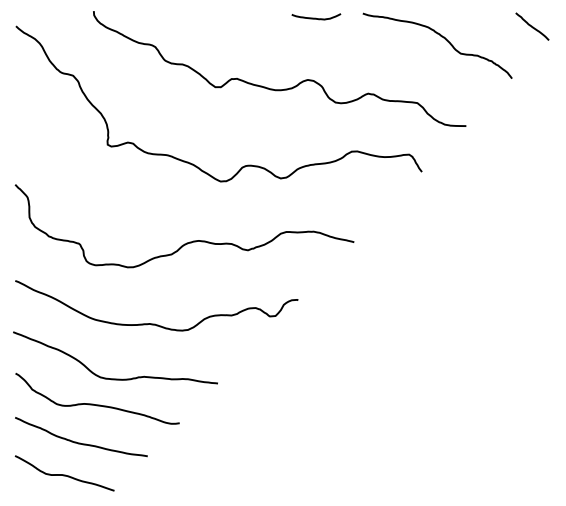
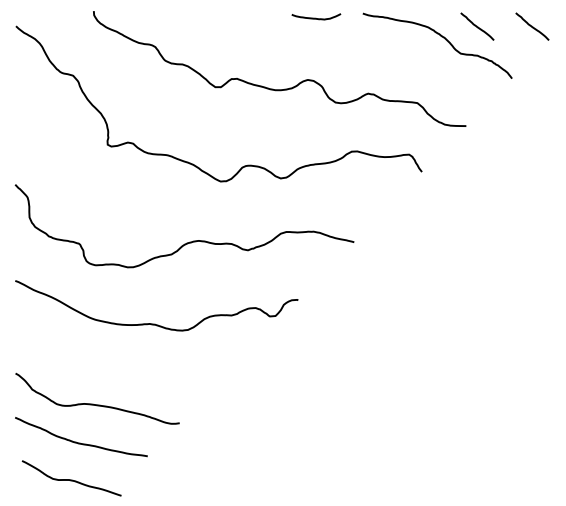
line at (477, 26): none -> present
curve at (115, 378): present -> none
curve at (64, 474) position: (64, 474) -> (71, 479)
